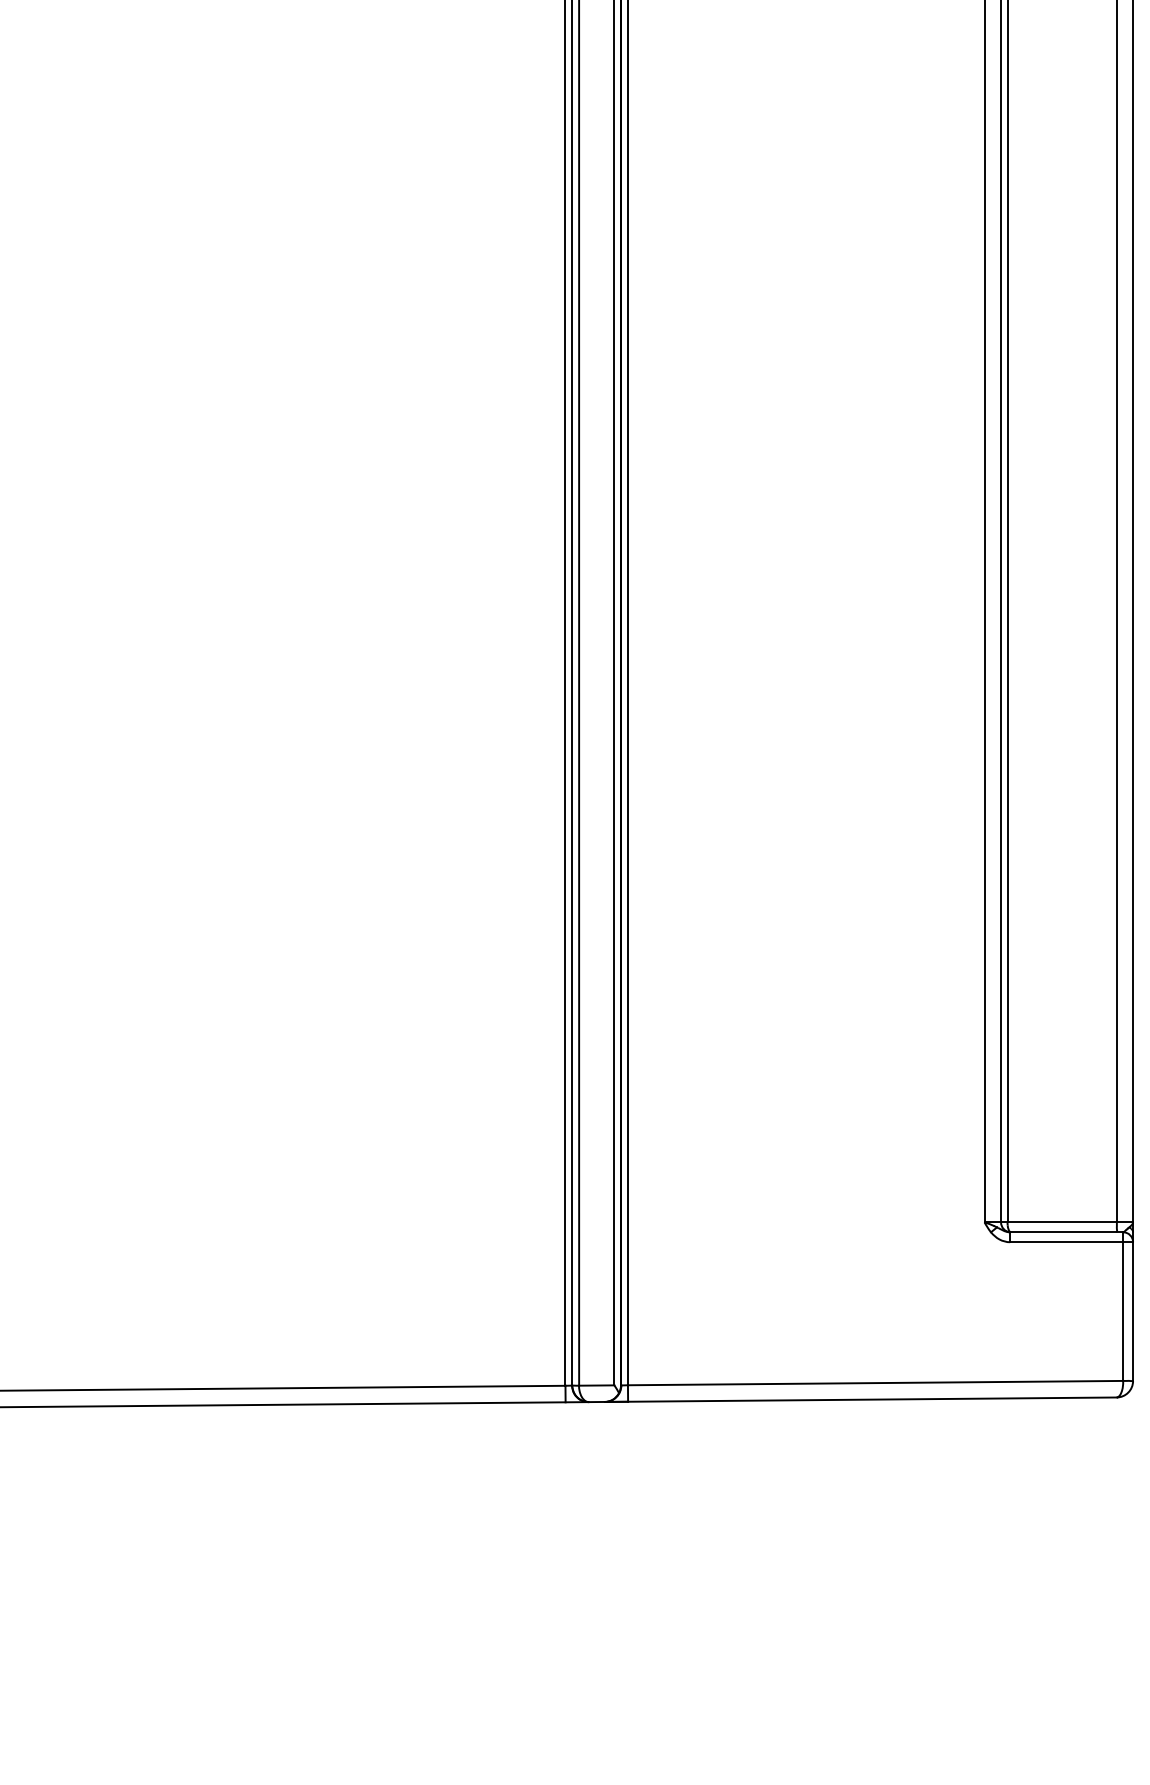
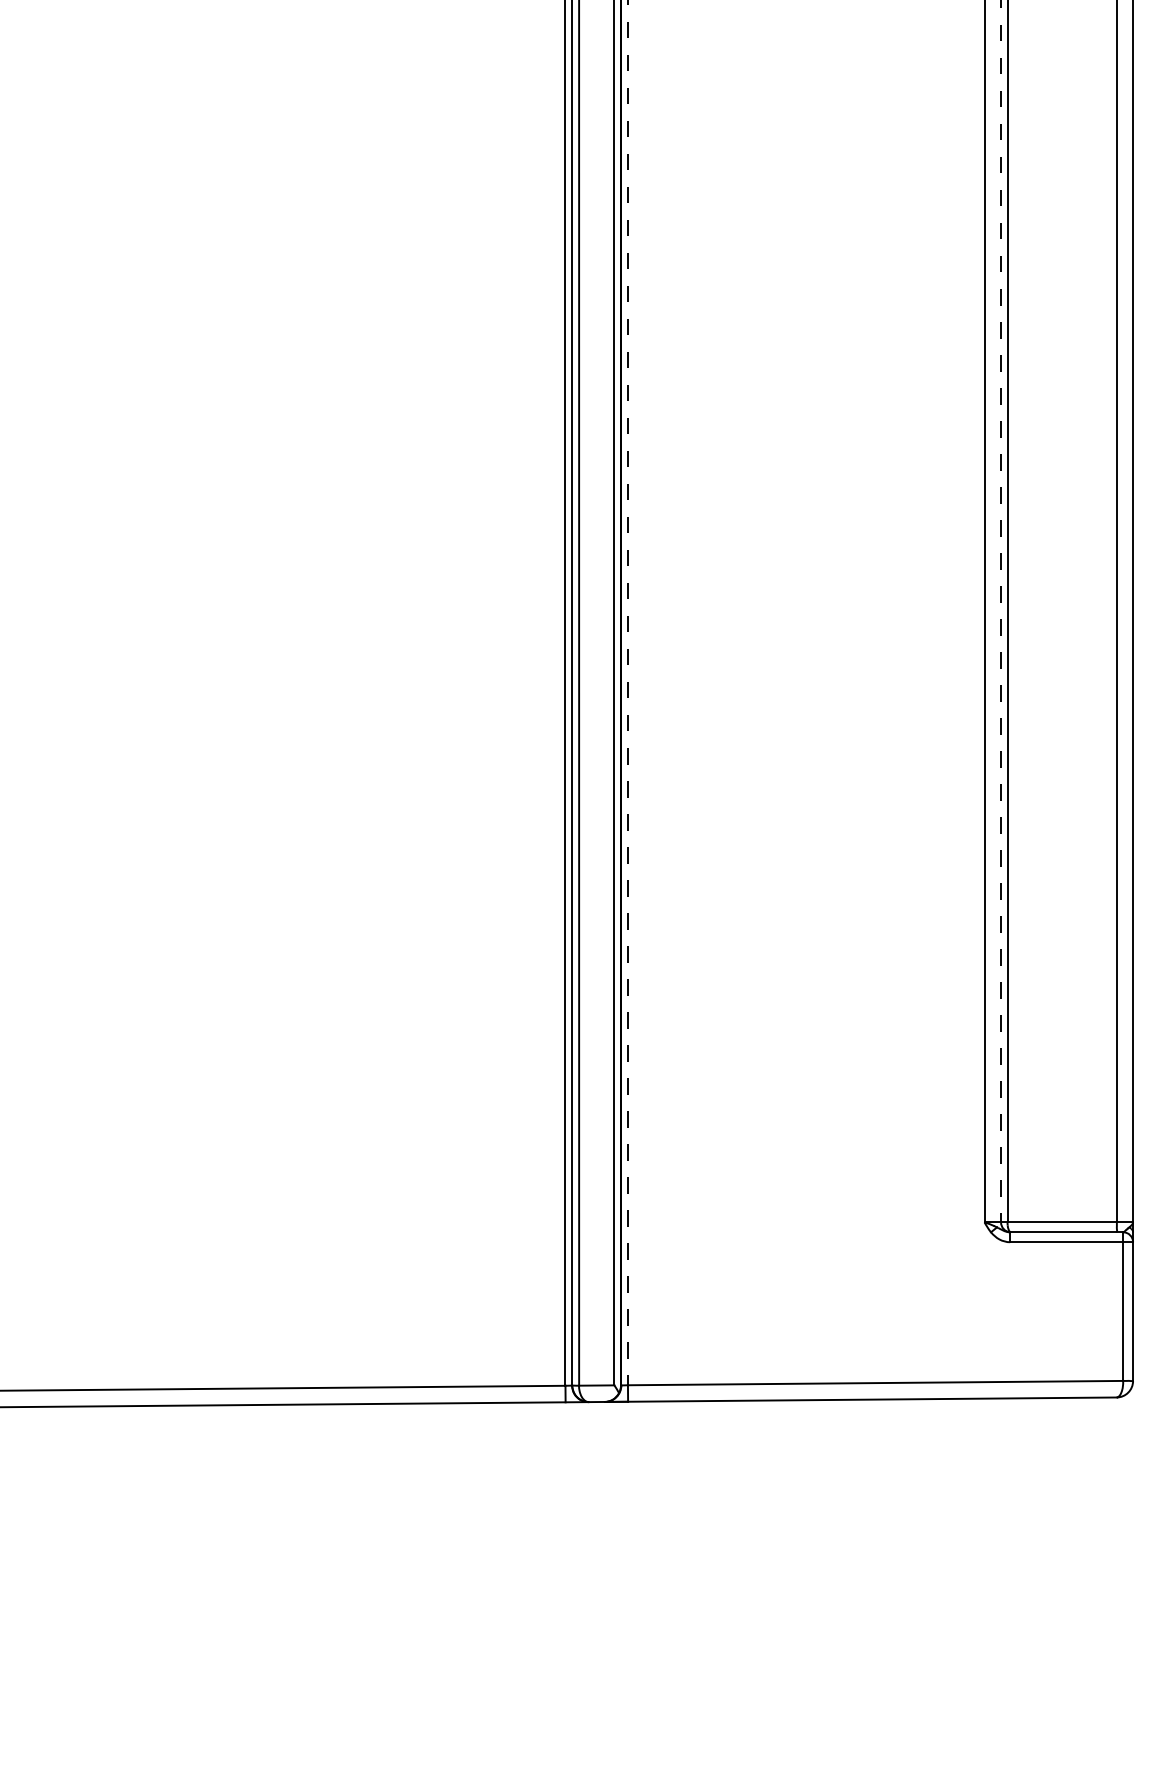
line at (1001, 611): solid -> dashed
line at (627, 693): solid -> dashed
